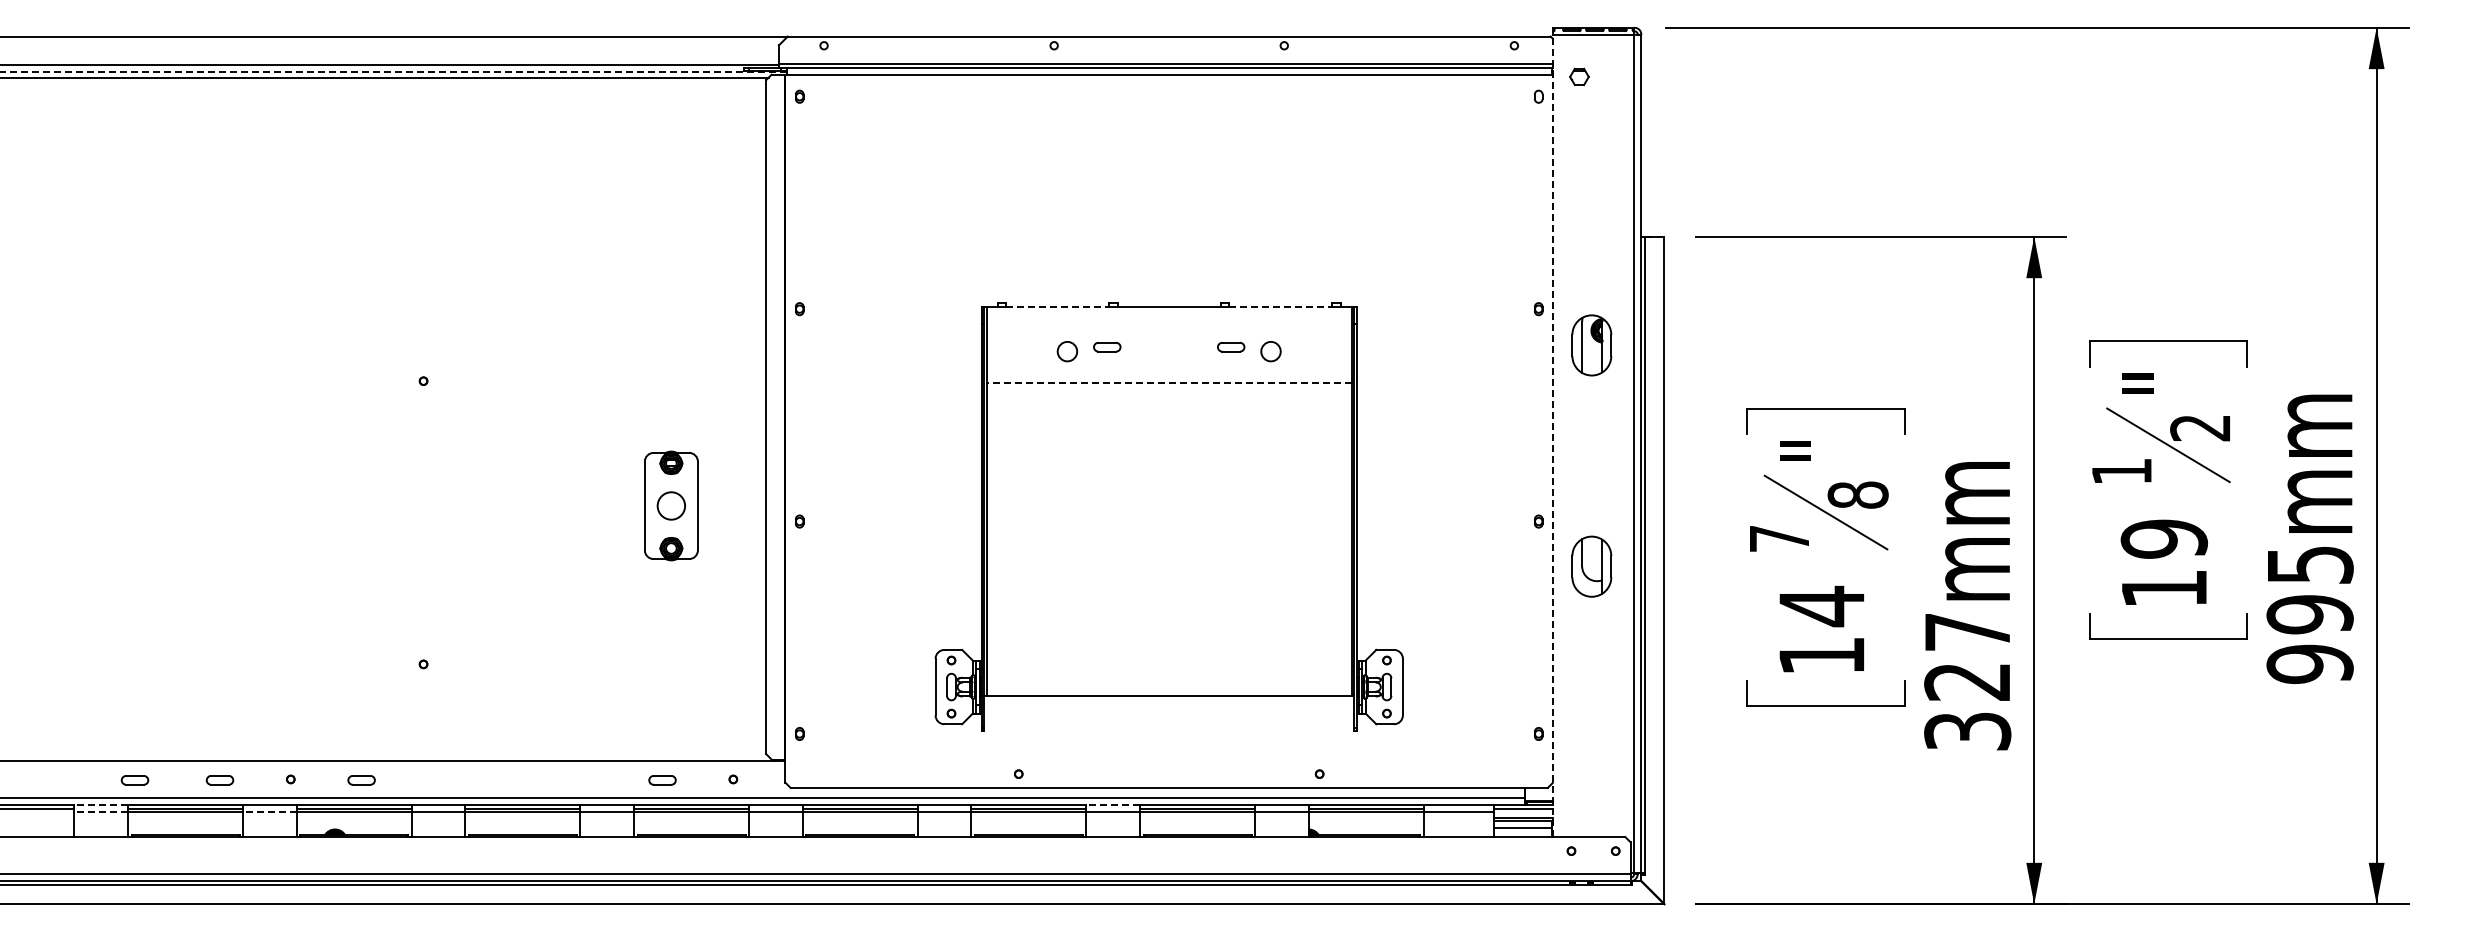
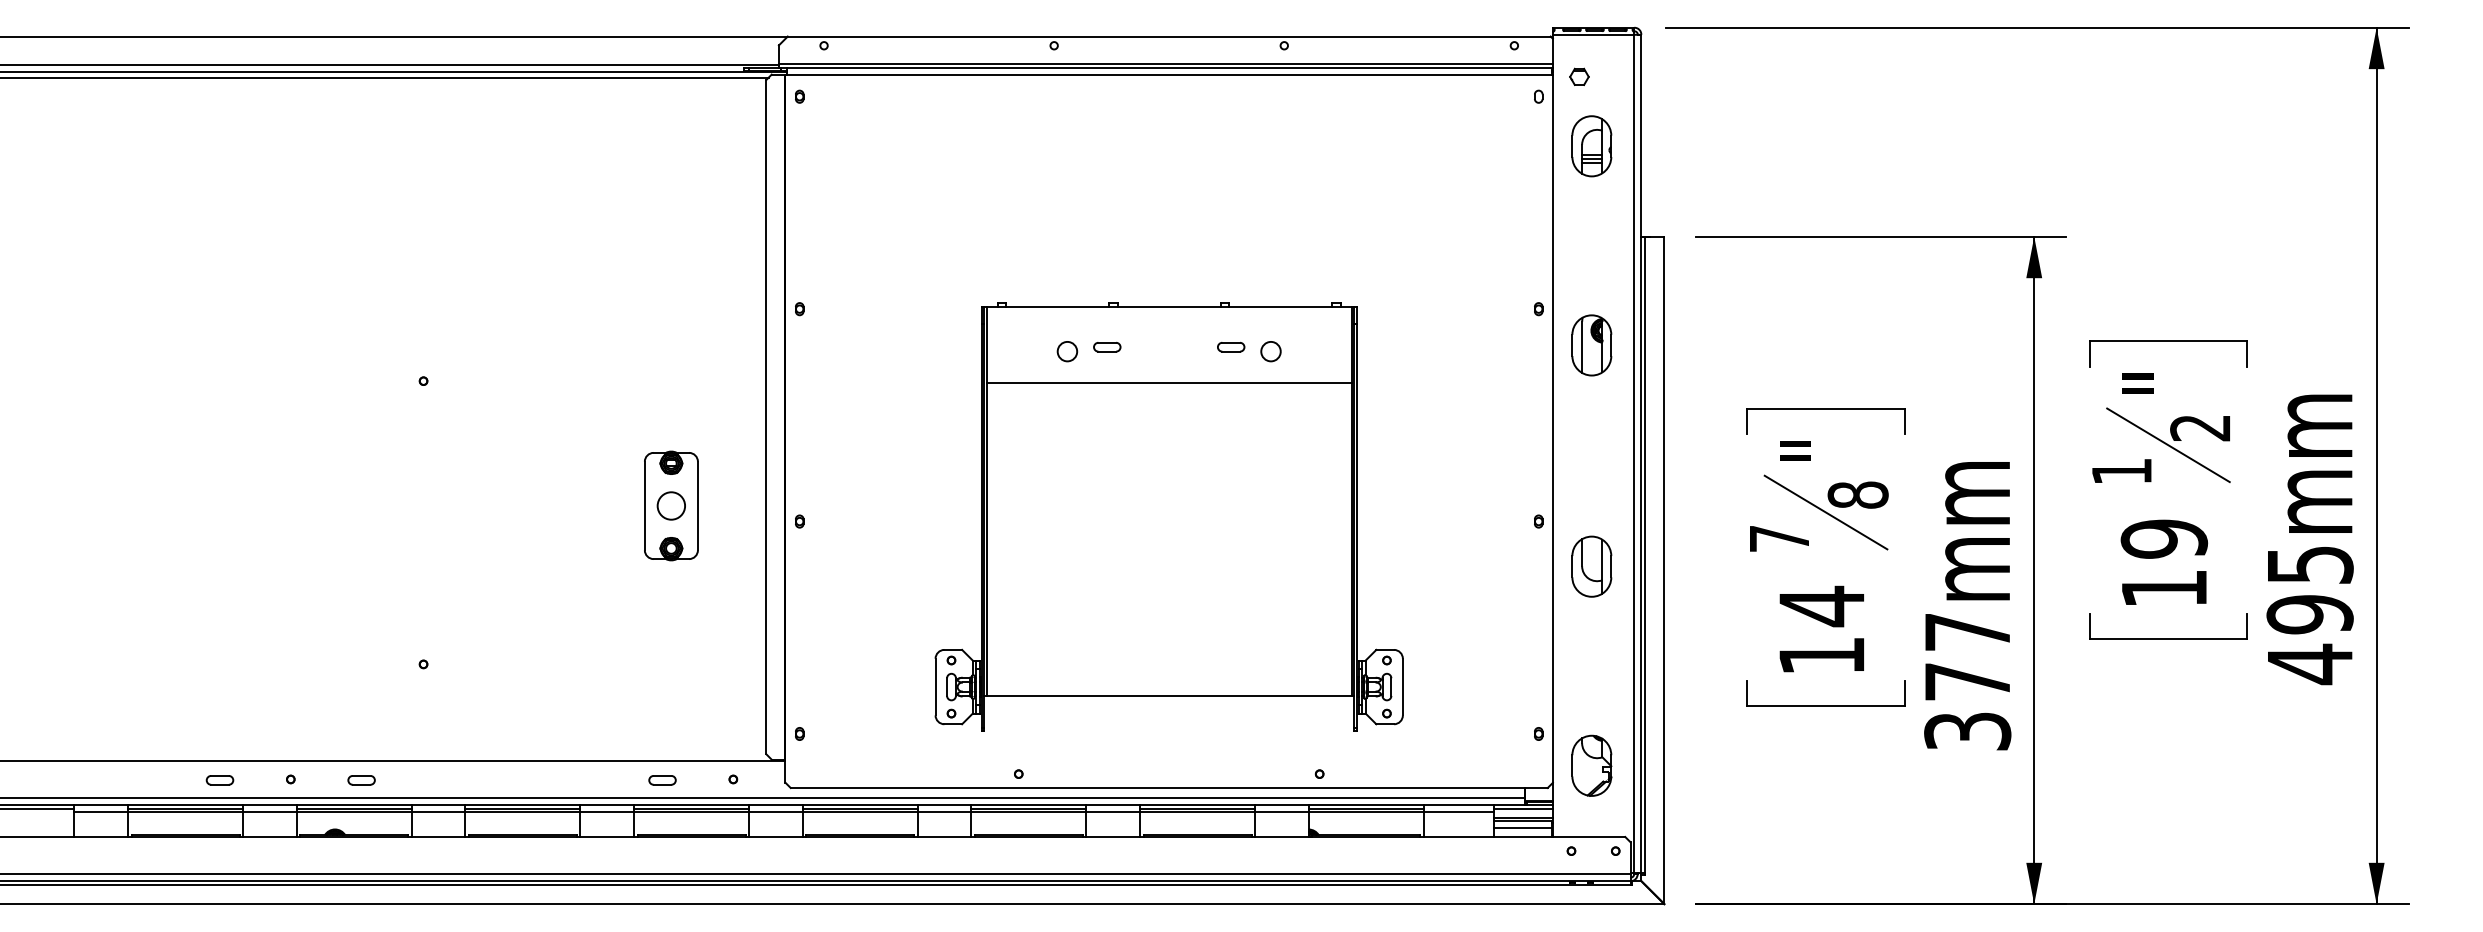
line at (394, 72): dashed -> solid
part at (1591, 146): none -> present
line at (1058, 306): dashed -> solid
line at (1281, 306): dashed -> solid
line at (1168, 382): dashed -> solid
line at (1552, 435): dashed -> solid
text at (2309, 664): 995mm -> 495mm
text at (1966, 681): 327mm -> 377mm
part at (1591, 765): none -> present
part at (134, 780): present -> none
line at (101, 805): dashed -> solid
line at (1113, 805): dashed -> solid
line at (101, 812): dashed -> solid
line at (269, 812): dashed -> solid
